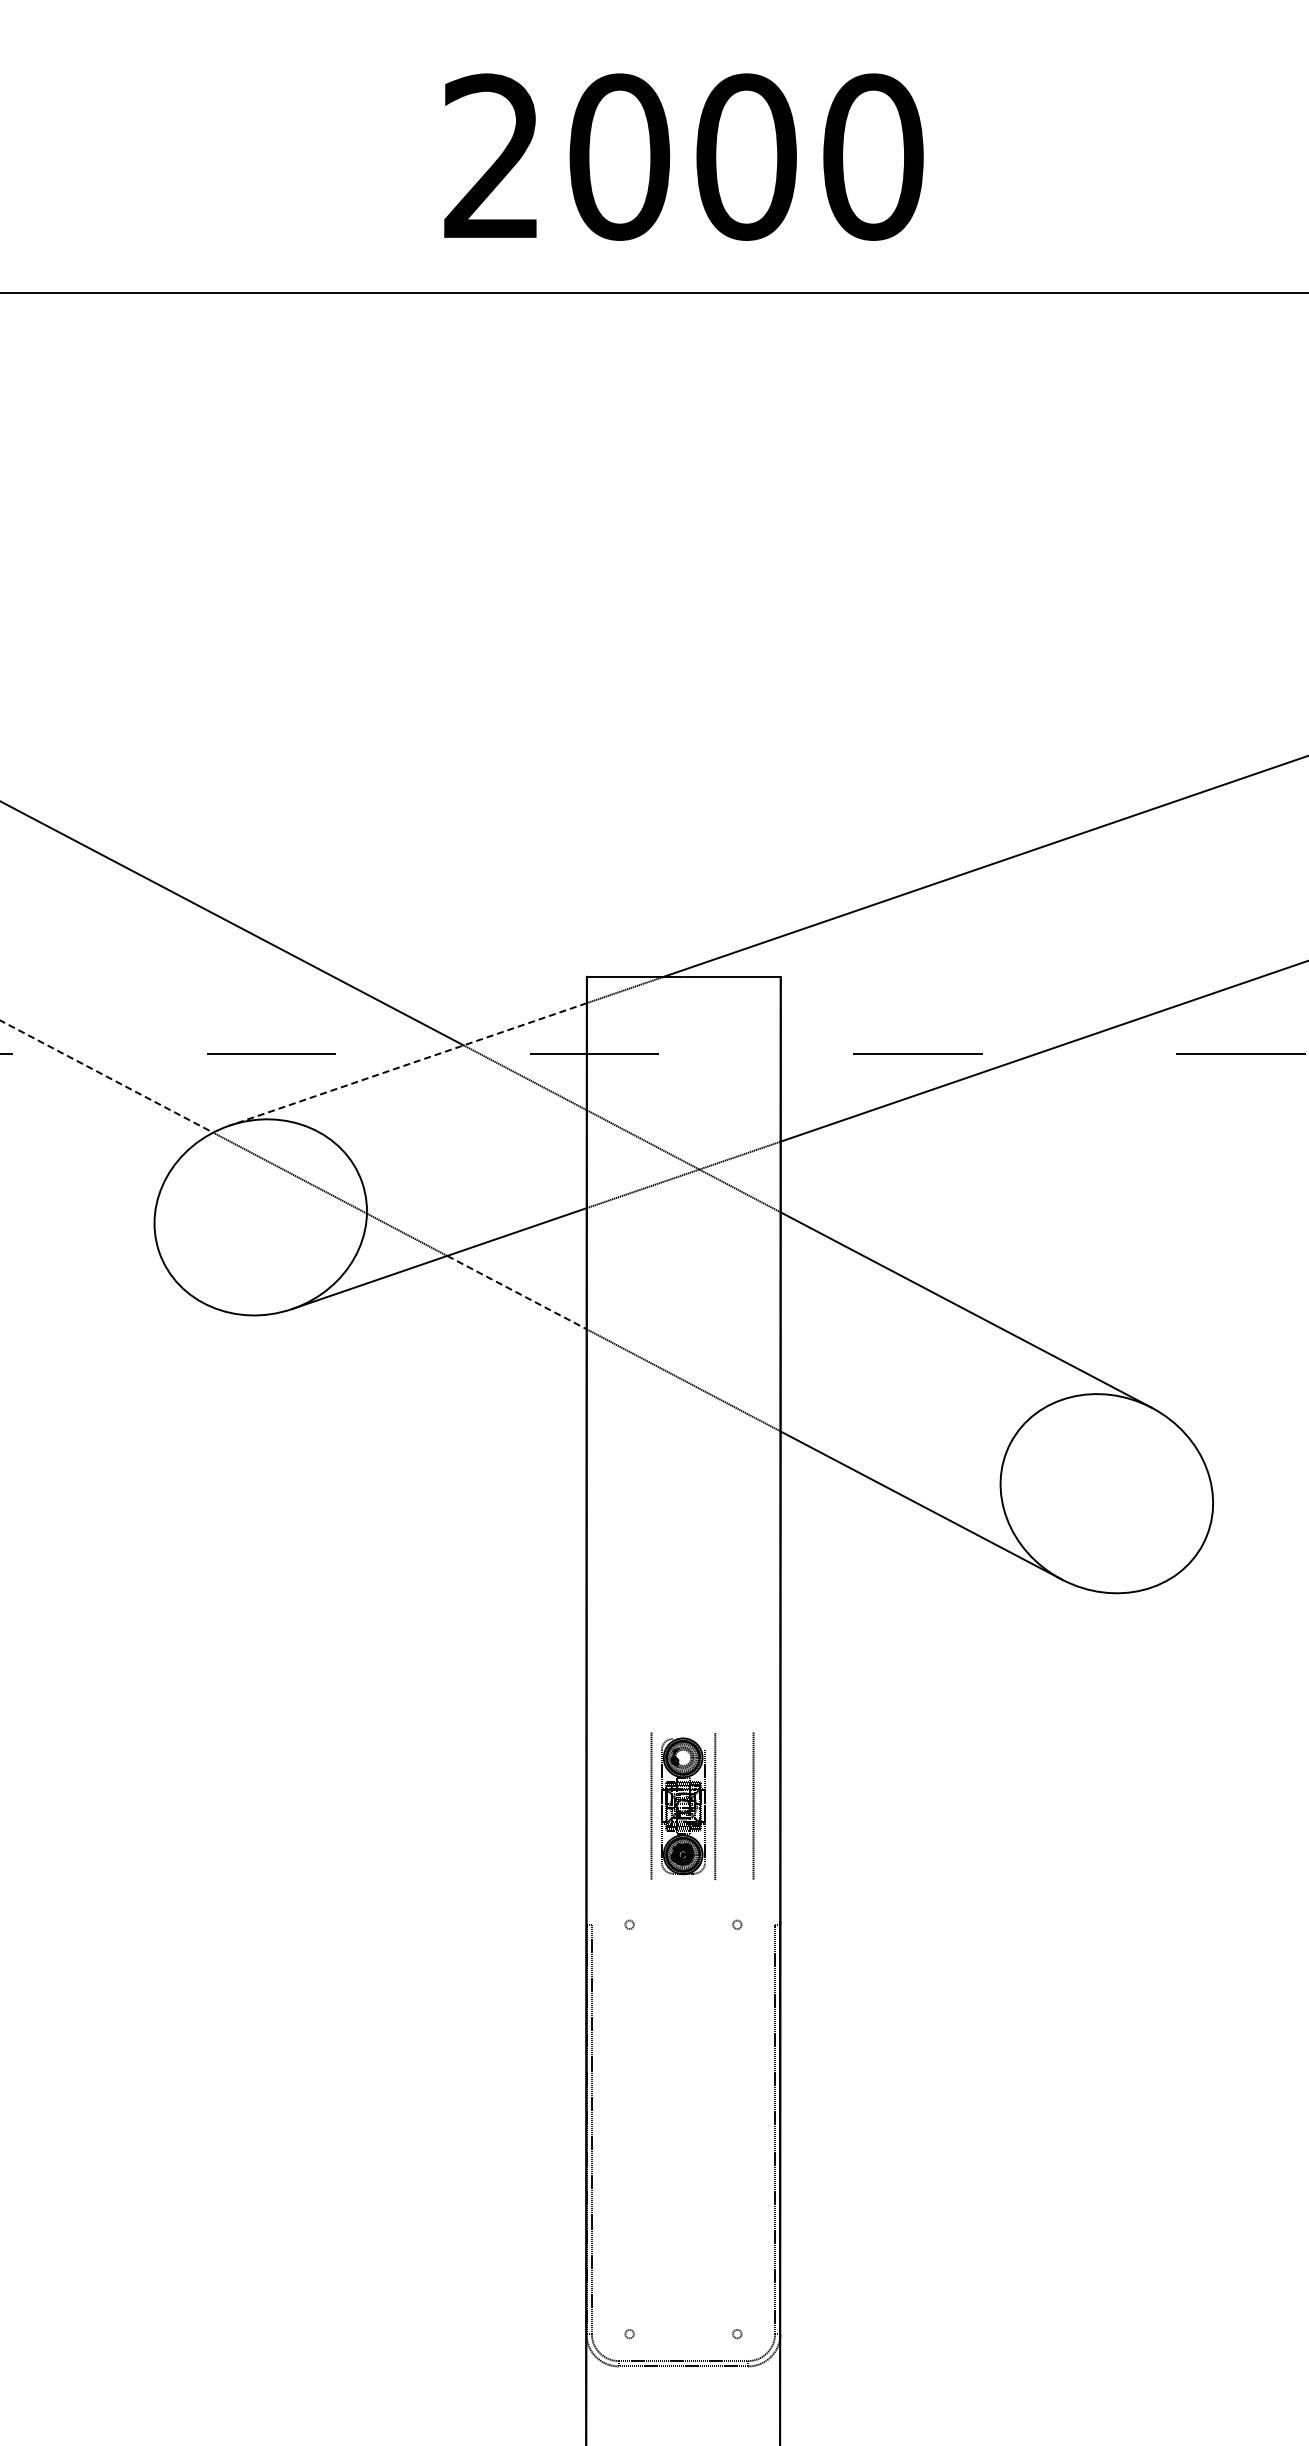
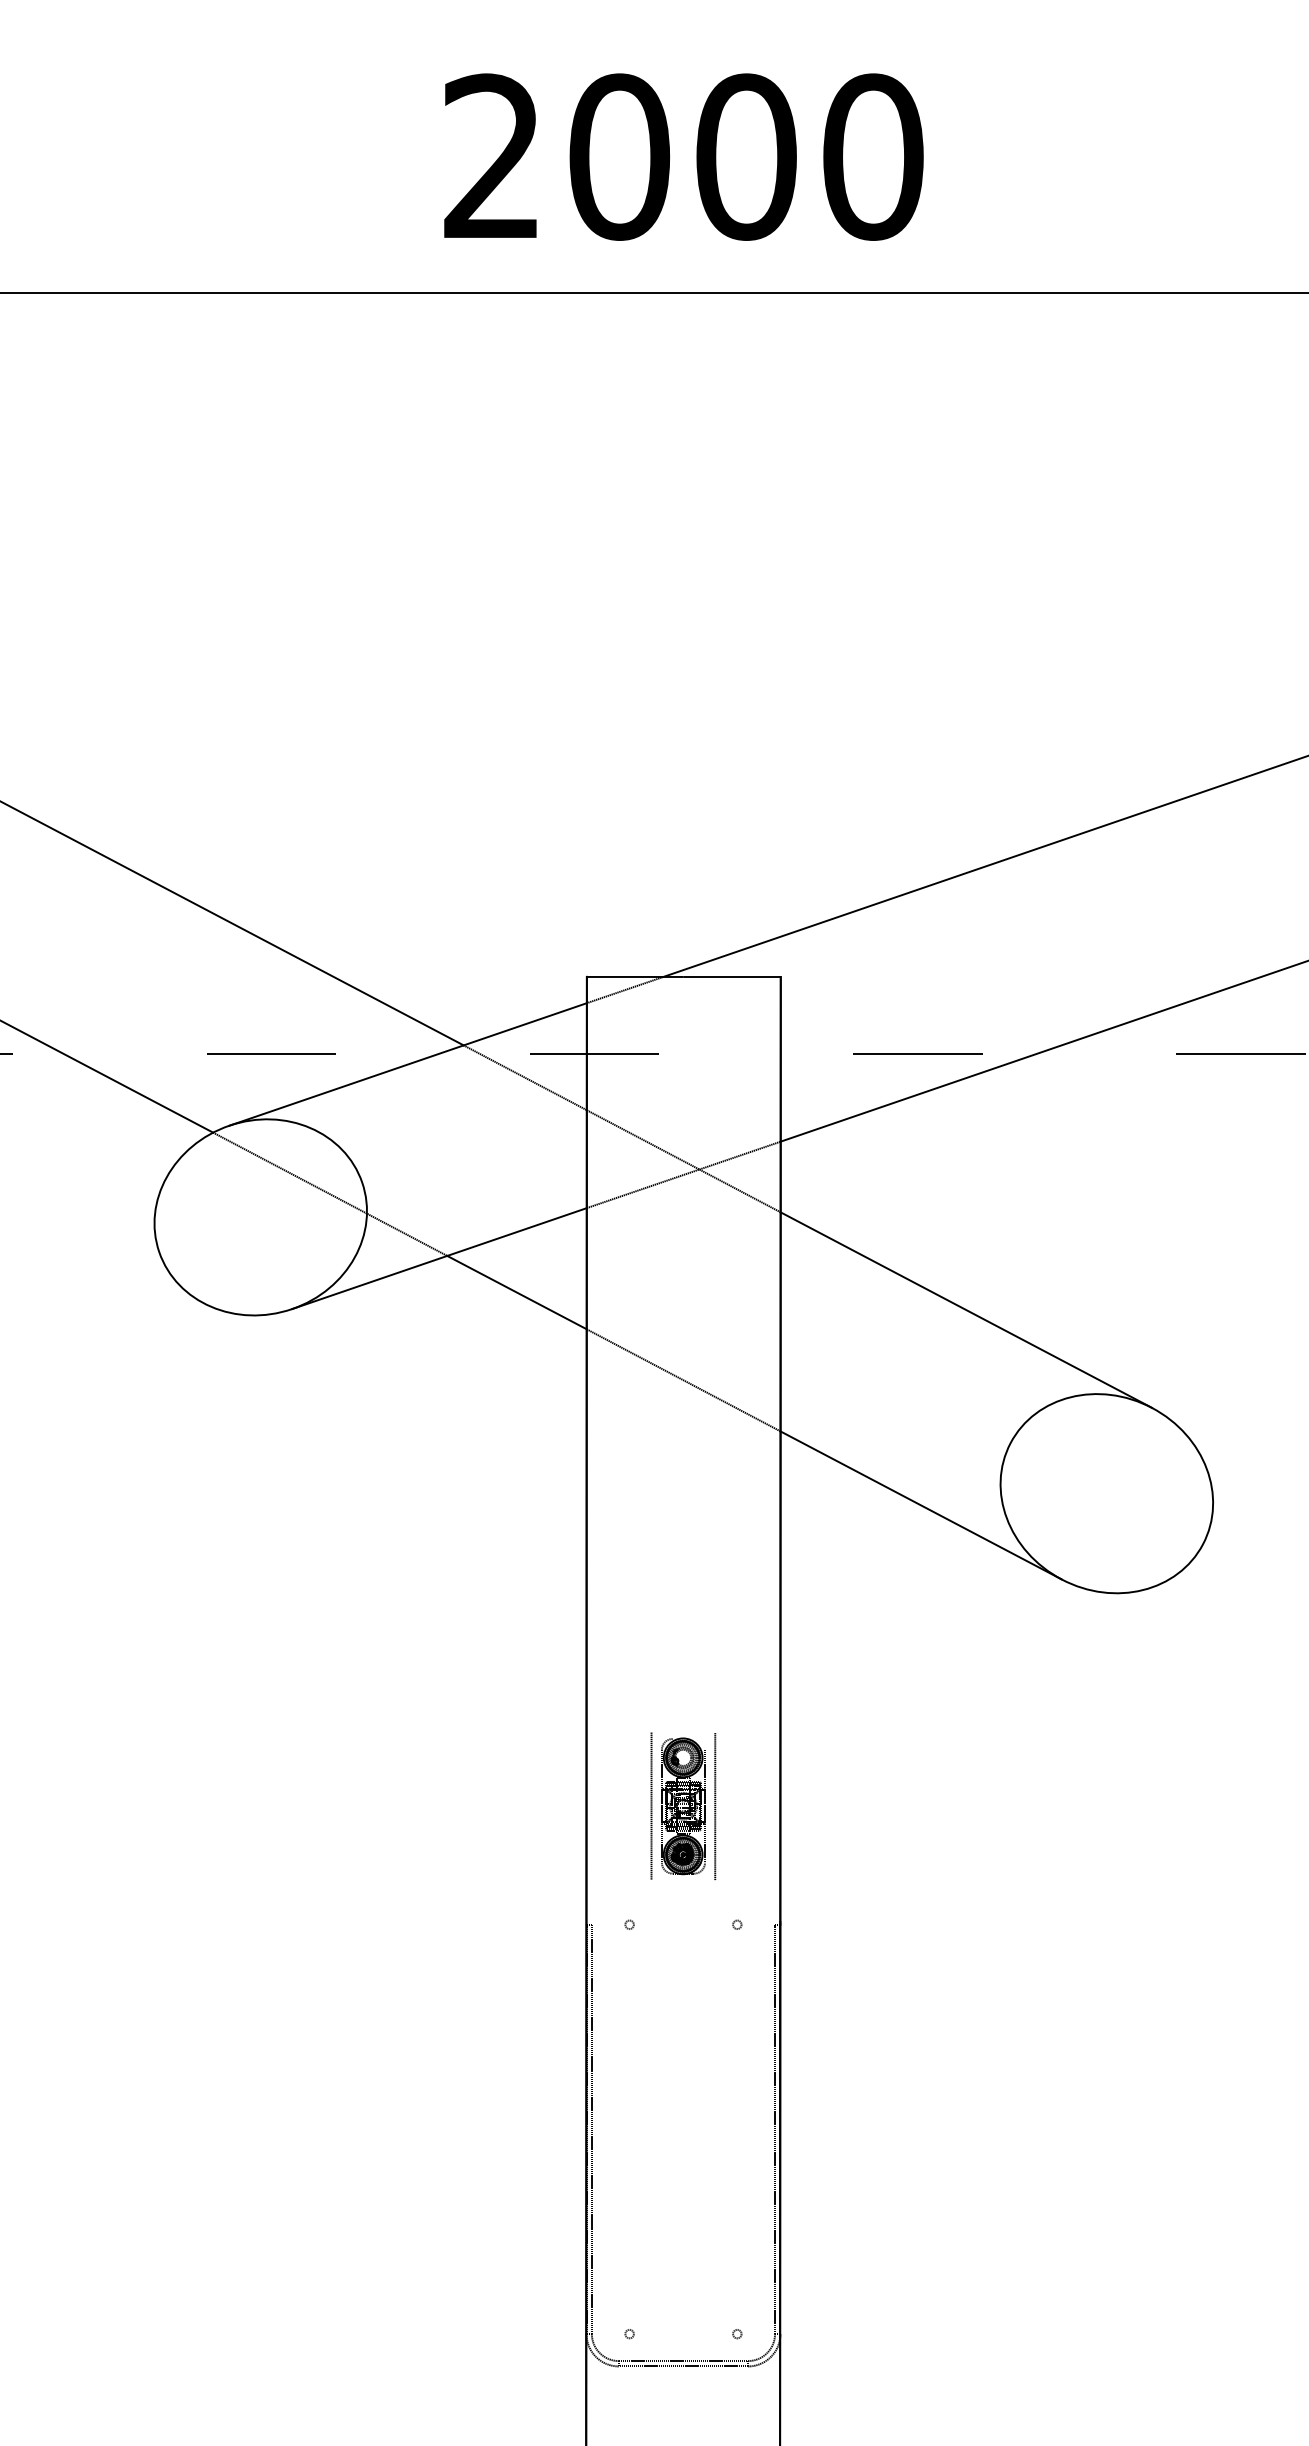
line at (408, 1064): dashed -> solid
line at (107, 1076): dashed -> solid
line at (517, 1292): dashed -> solid
line at (753, 1805): present -> none
